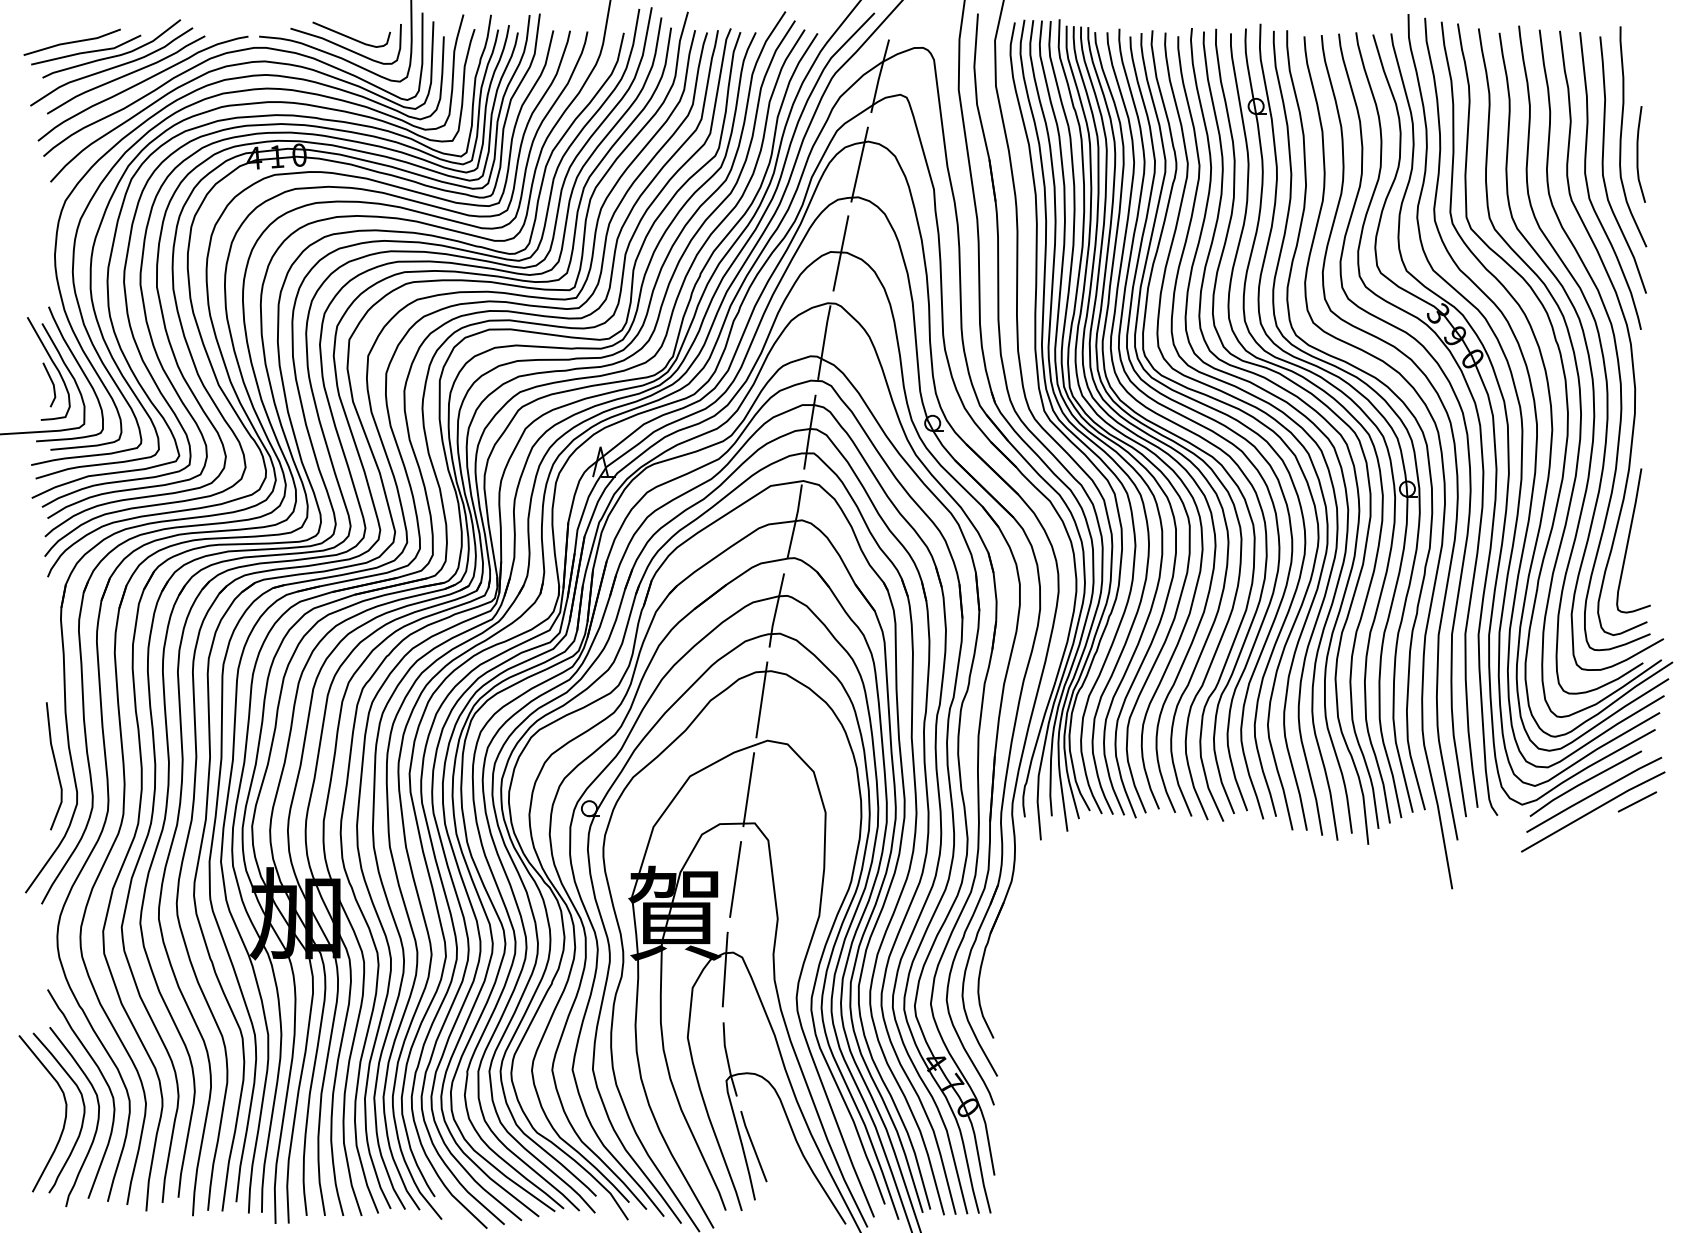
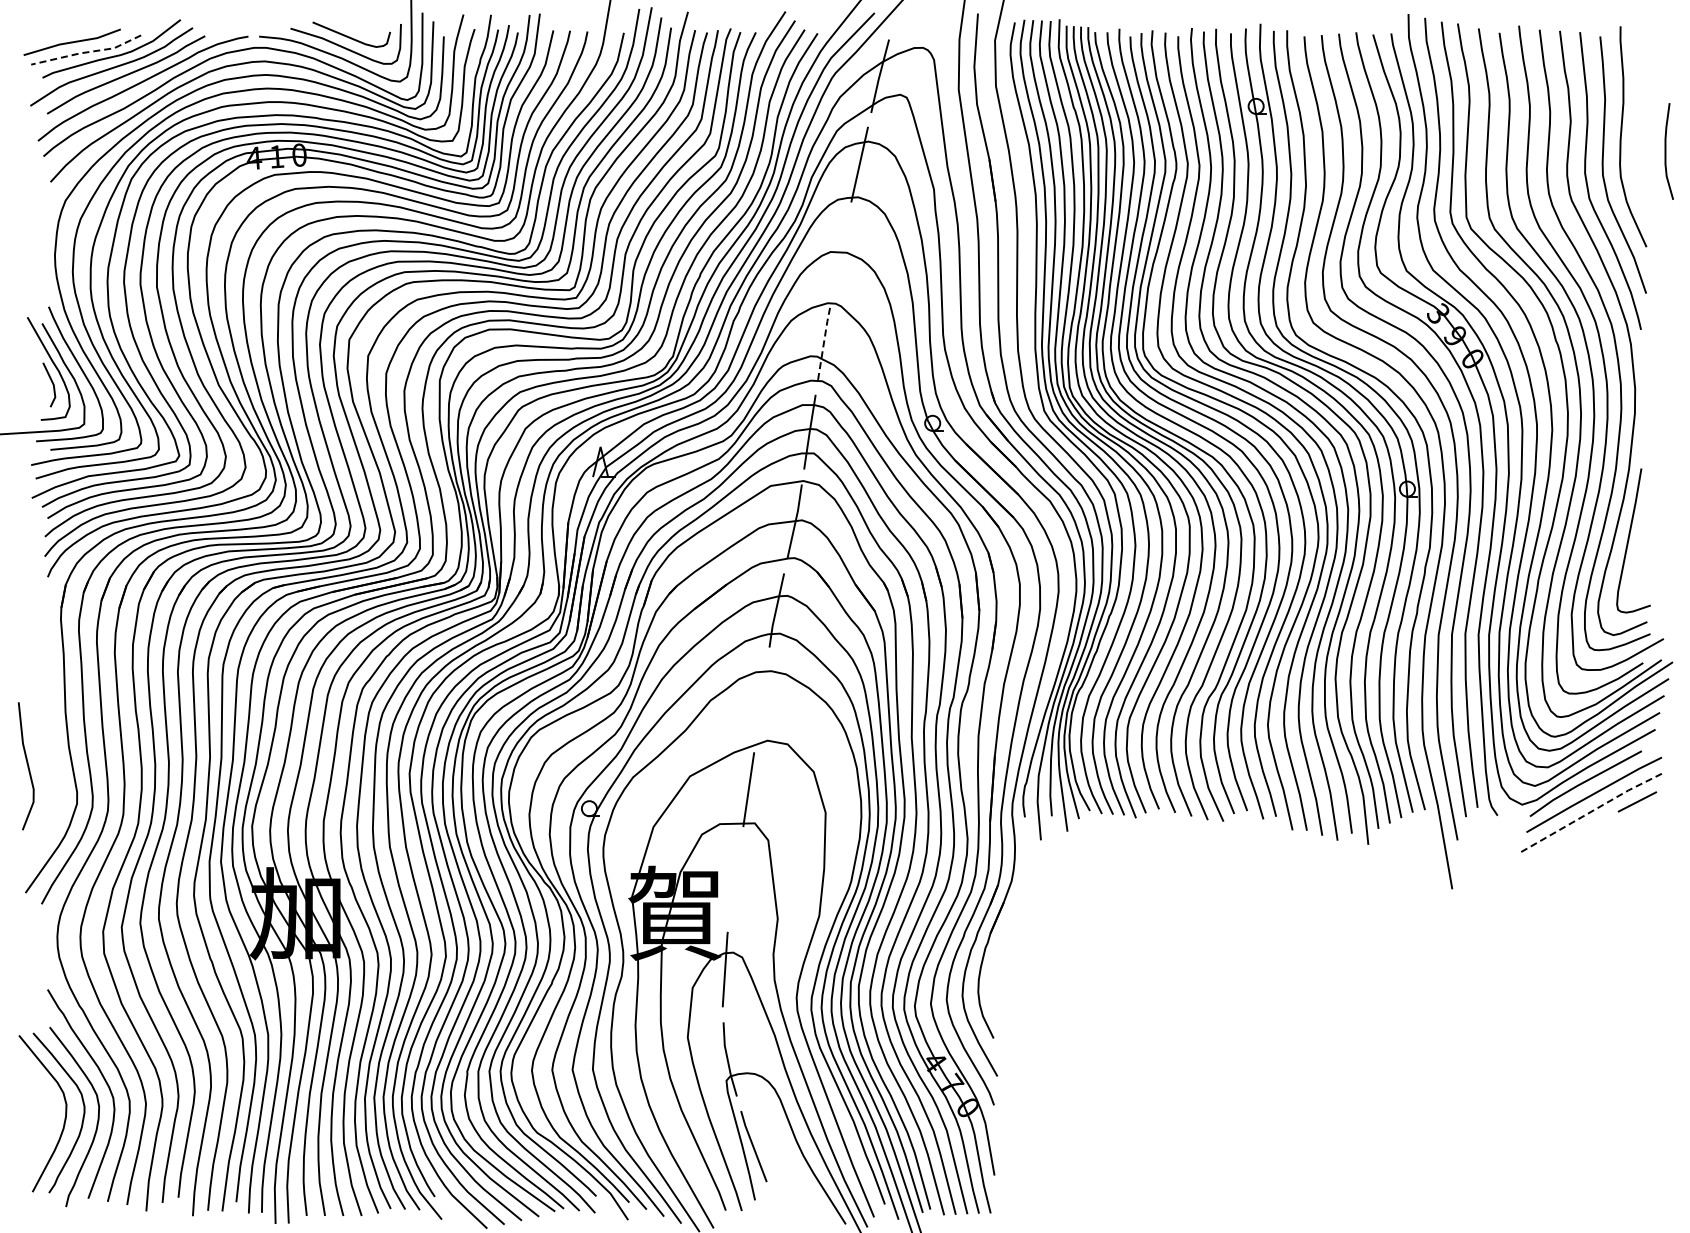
line at (86, 52): solid -> dashed
curve at (1638, 154) position: (1638, 154) -> (1666, 151)
line at (840, 253): present -> none
line at (824, 341): solid -> dashed
line at (761, 699): present -> none
line at (55, 766) position: (55, 766) -> (27, 766)
line at (1593, 810): solid -> dashed
line at (735, 879): present -> none
